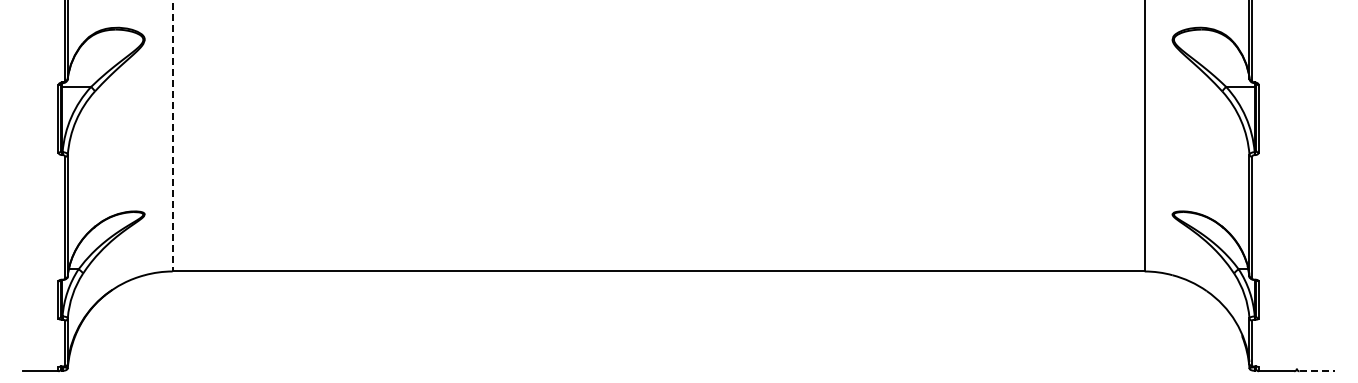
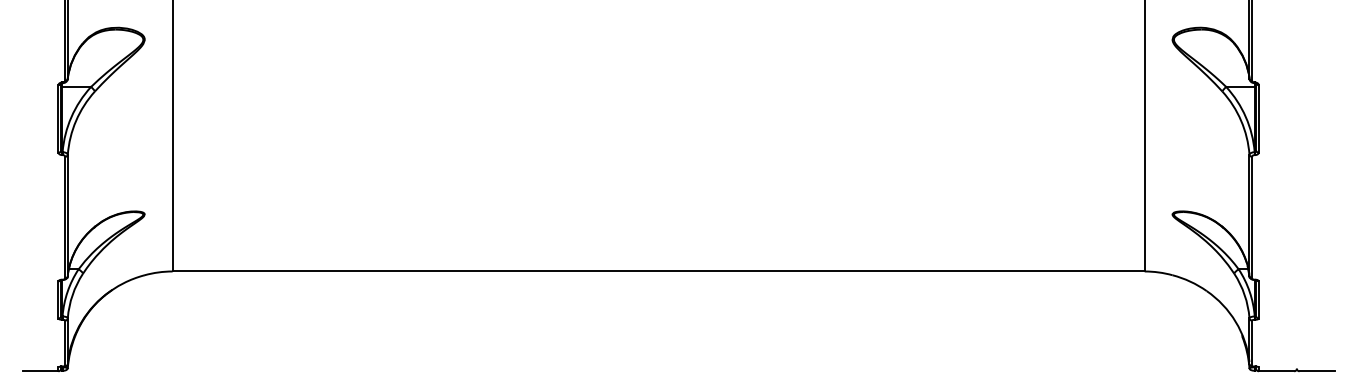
line at (172, 136): dashed -> solid
line at (1317, 371): dashed -> solid
